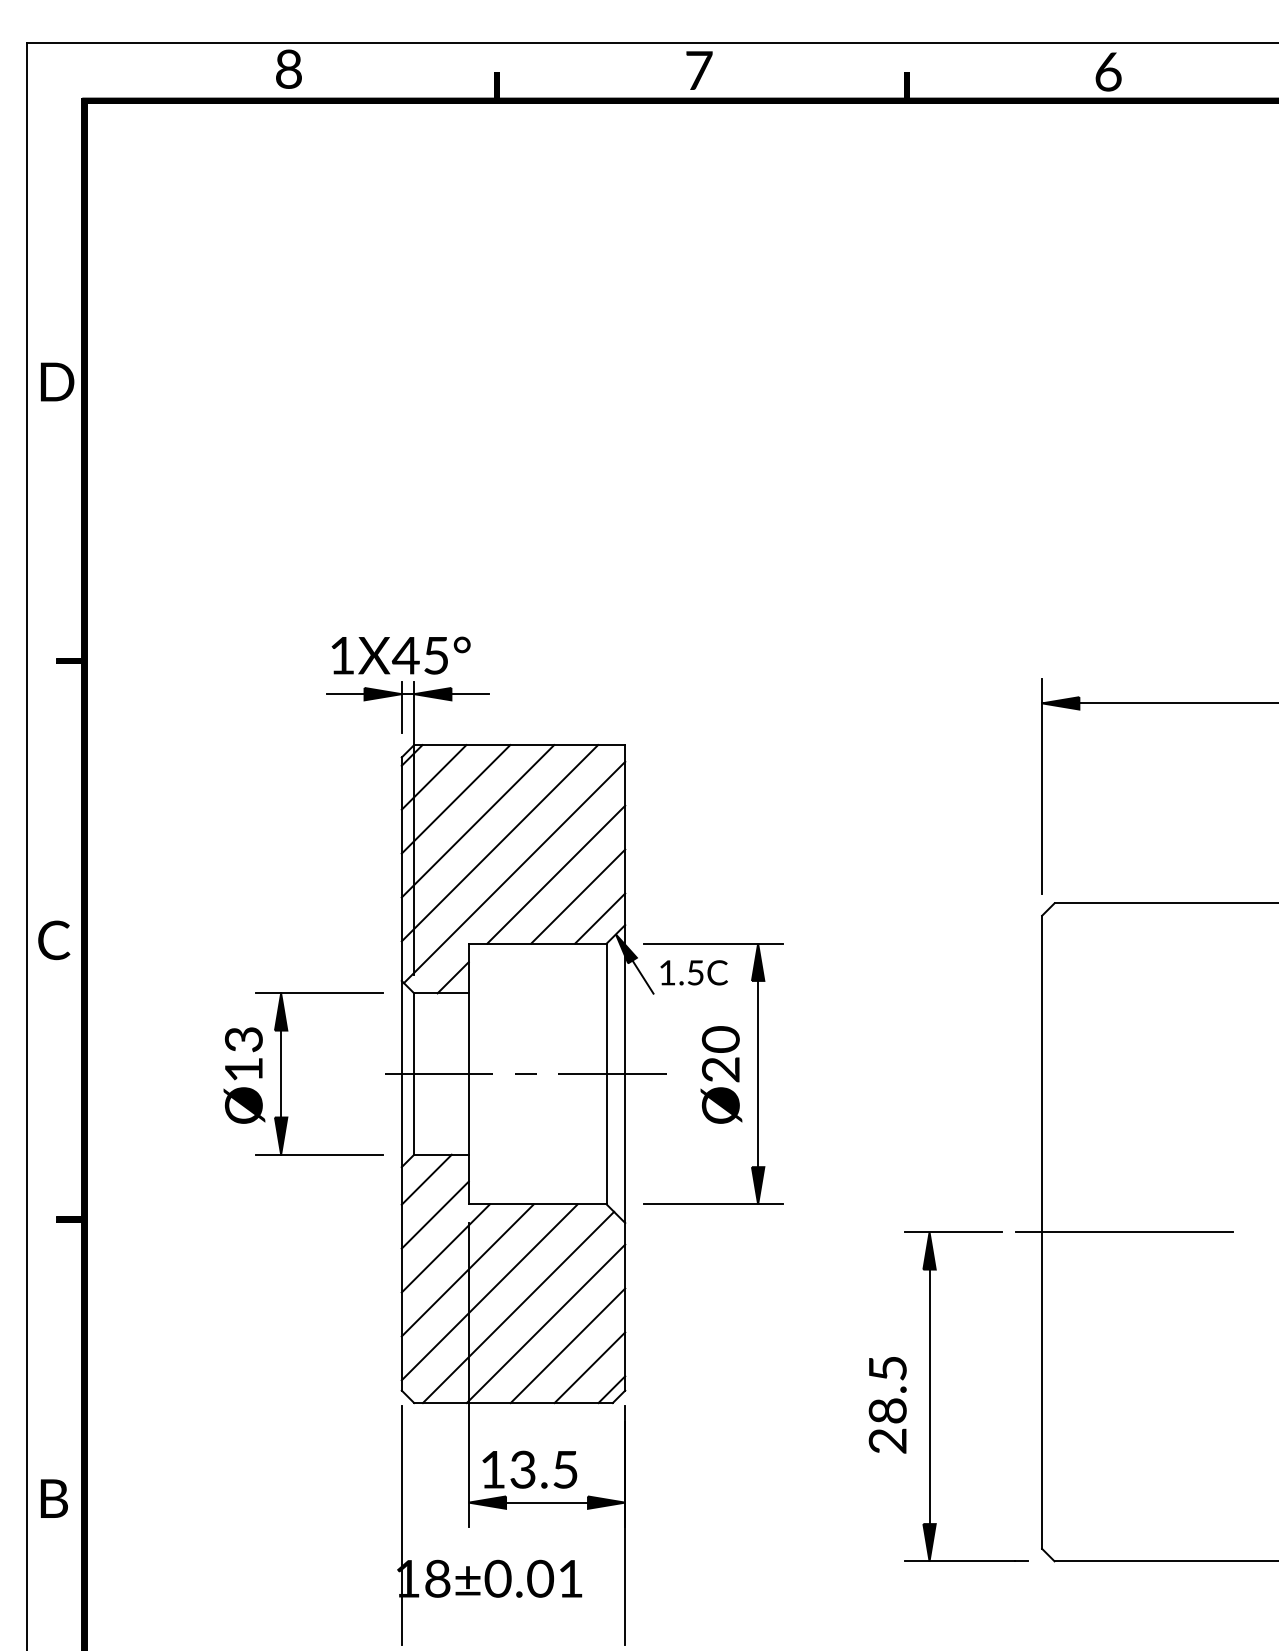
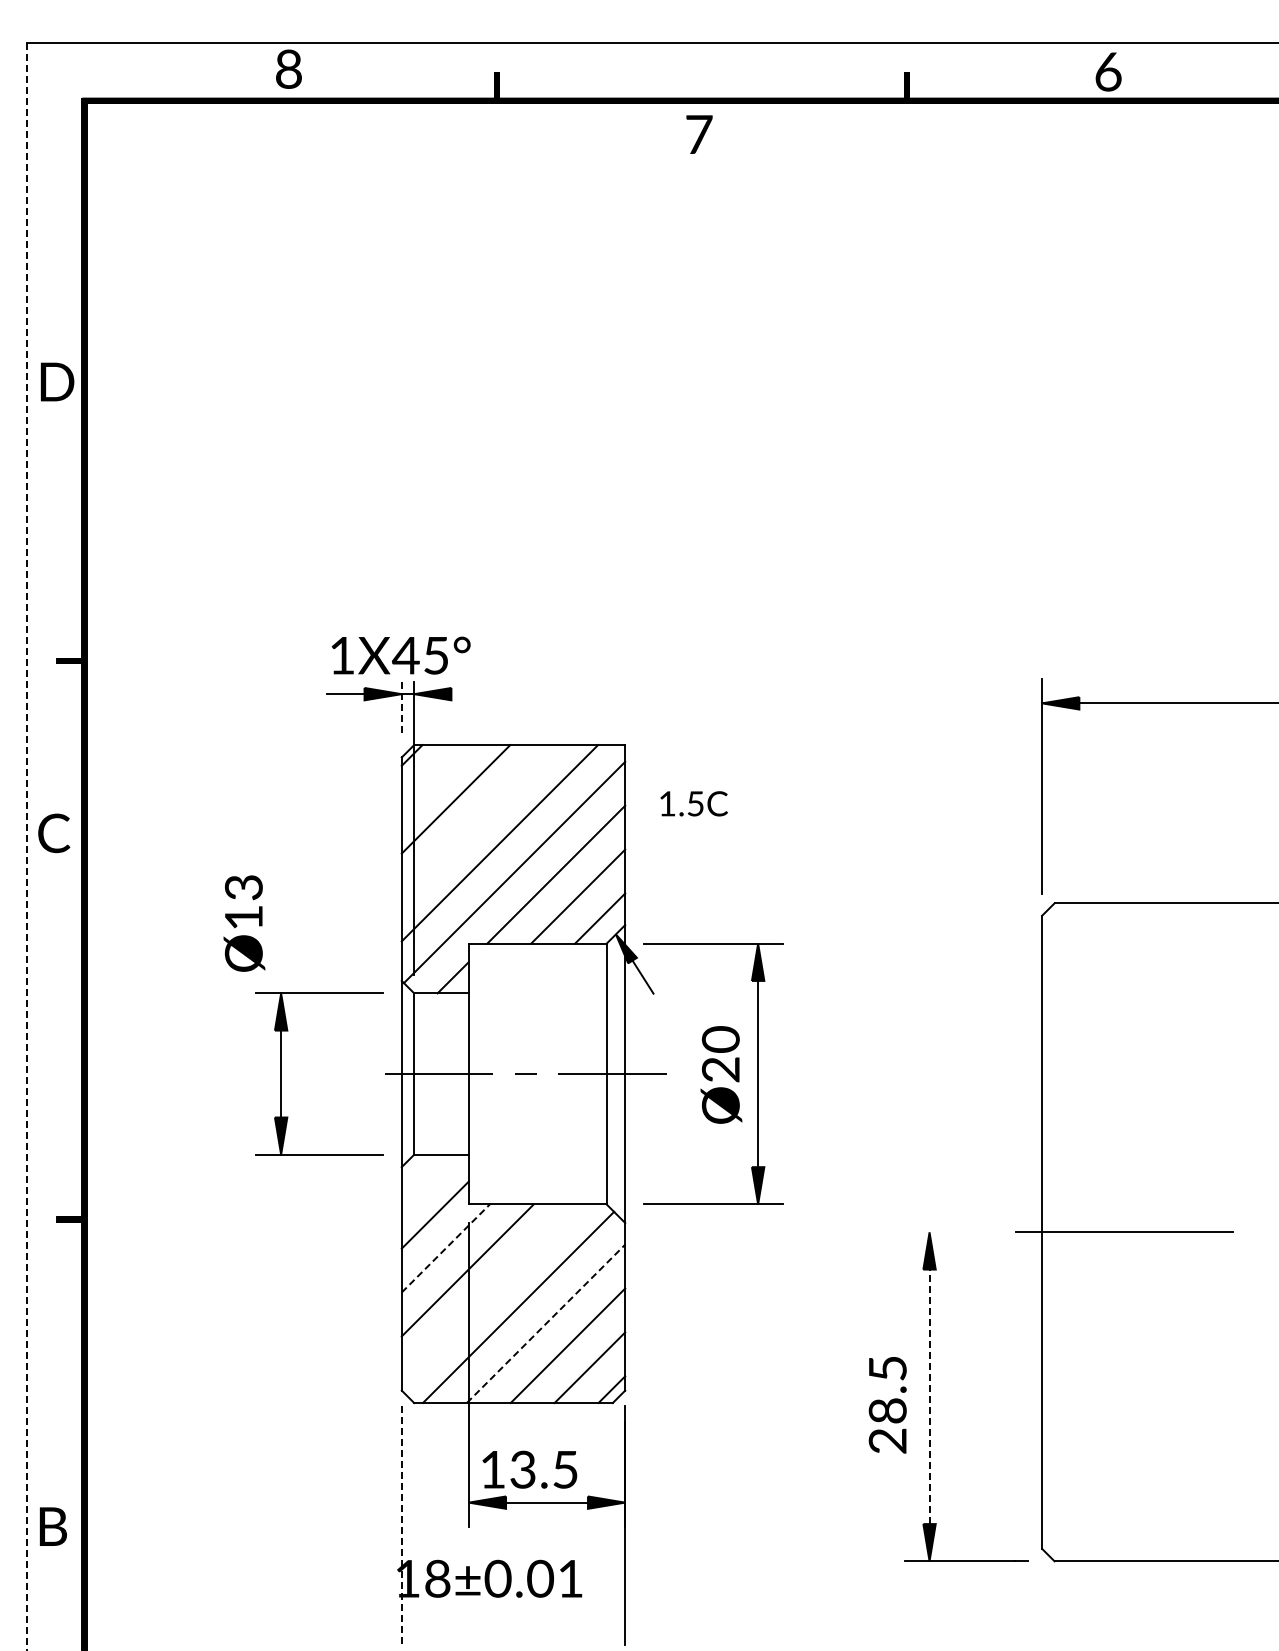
text at (699, 70) position: (699, 70) -> (699, 134)
line at (469, 694): present -> none
line at (401, 706): solid -> dashed
line at (433, 777): present -> none
line at (477, 821): present -> none
line at (26, 846): solid -> dashed
text at (54, 940) position: (54, 940) -> (54, 833)
text at (693, 972) position: (693, 972) -> (693, 803)
text at (244, 1075) position: (244, 1075) -> (244, 923)
line at (426, 1179): present -> none
line at (952, 1232): present -> none
line at (446, 1248): solid -> dashed
line at (489, 1292): present -> none
line at (546, 1323): solid -> dashed
line at (929, 1396): solid -> dashed
text at (53, 1498) position: (53, 1498) -> (52, 1526)
line at (401, 1525): solid -> dashed
